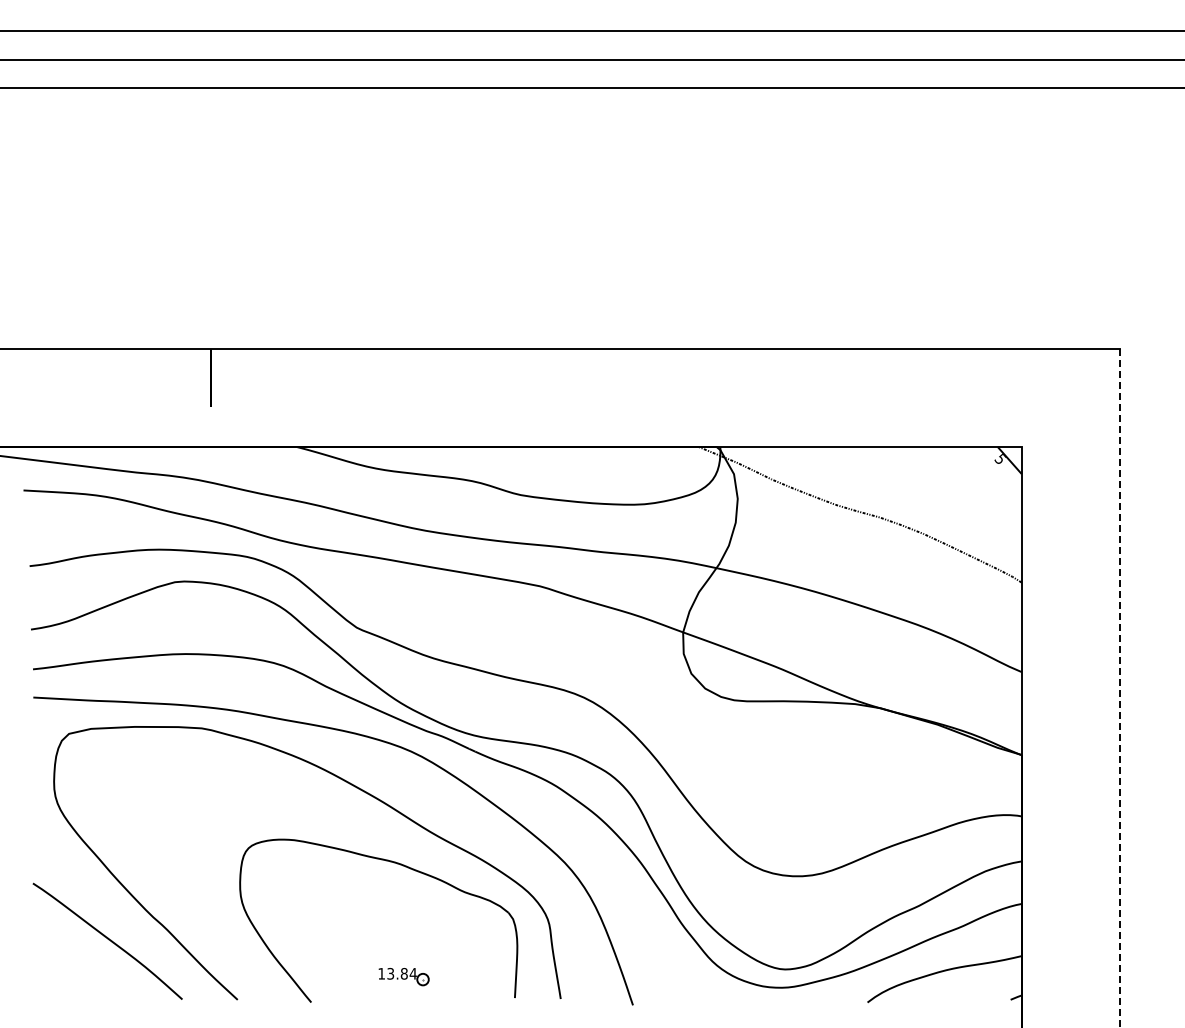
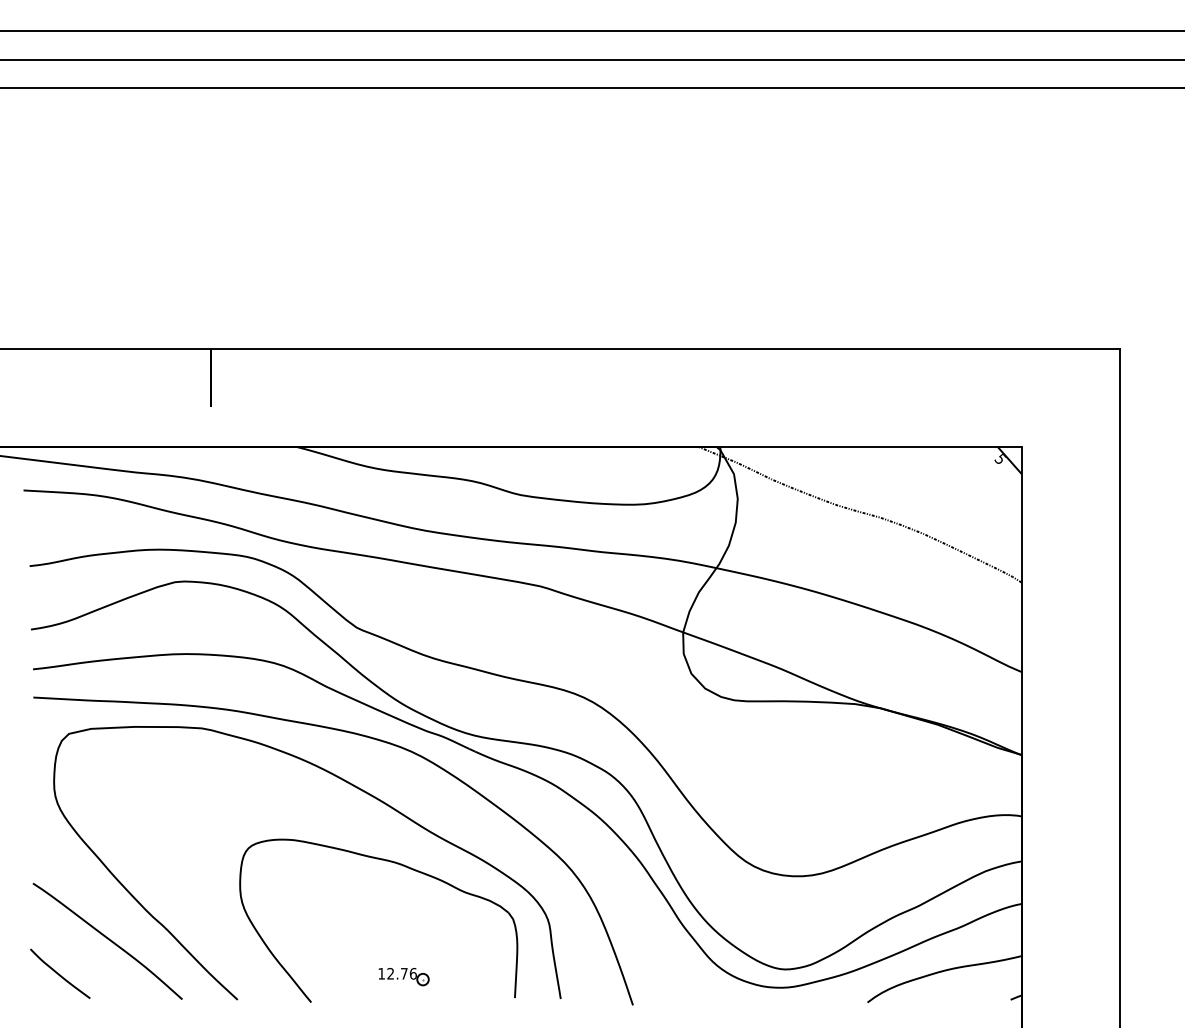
line at (1119, 688): dashed -> solid
curve at (59, 973): none -> present
text at (401, 973): 13.84 -> 12.76
